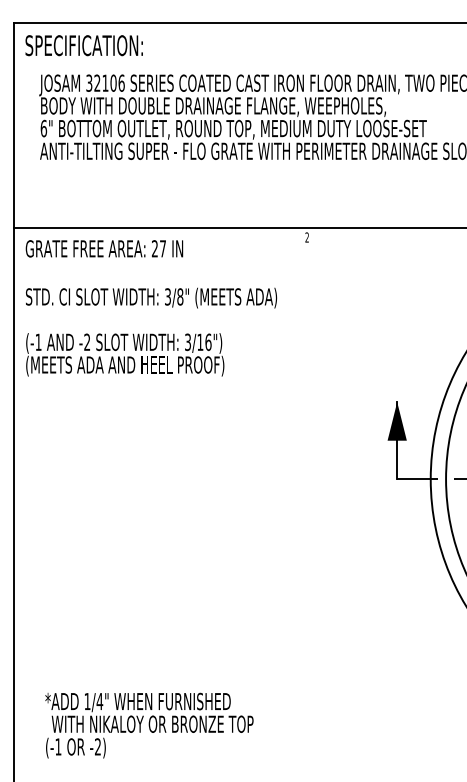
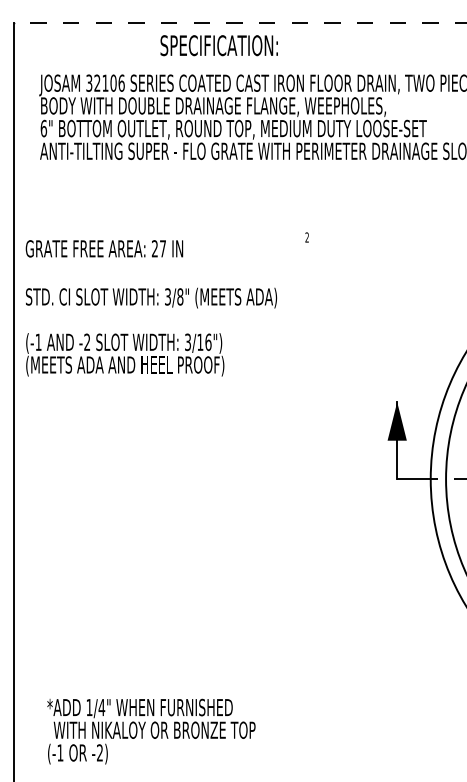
line at (239, 23): solid -> dashed
text at (83, 45) position: (83, 45) -> (218, 45)
line at (238, 227): present -> none
text at (149, 725) position: (149, 725) -> (151, 731)
